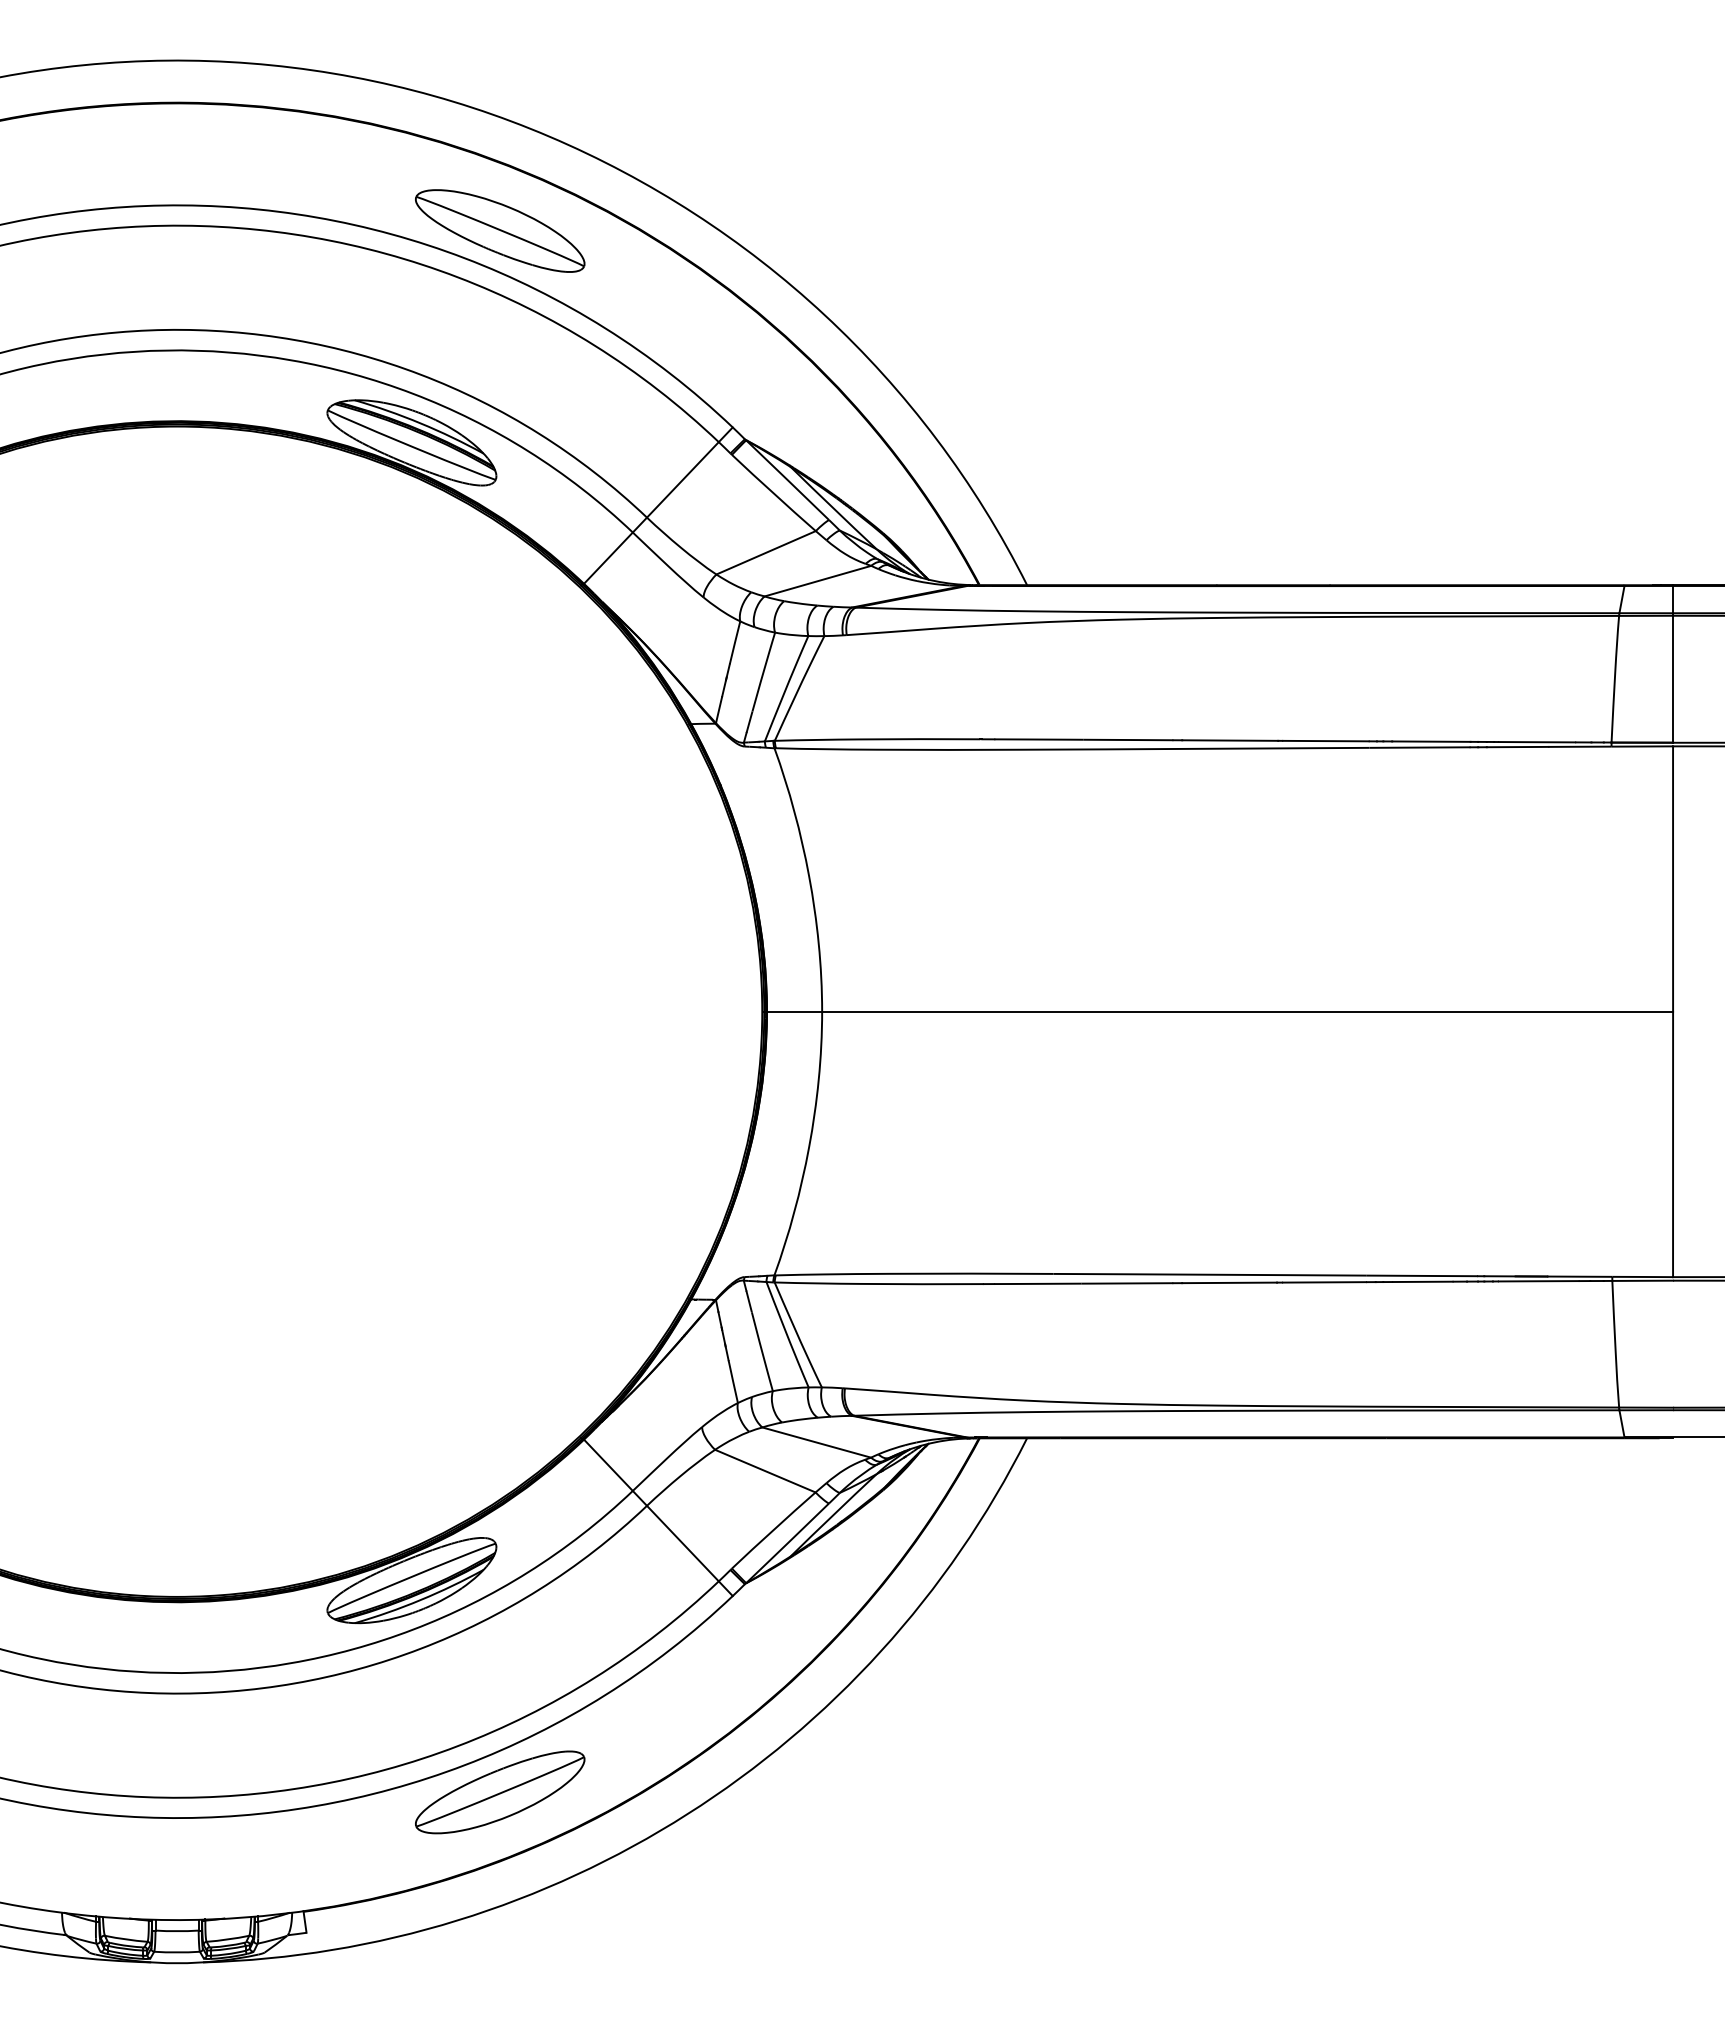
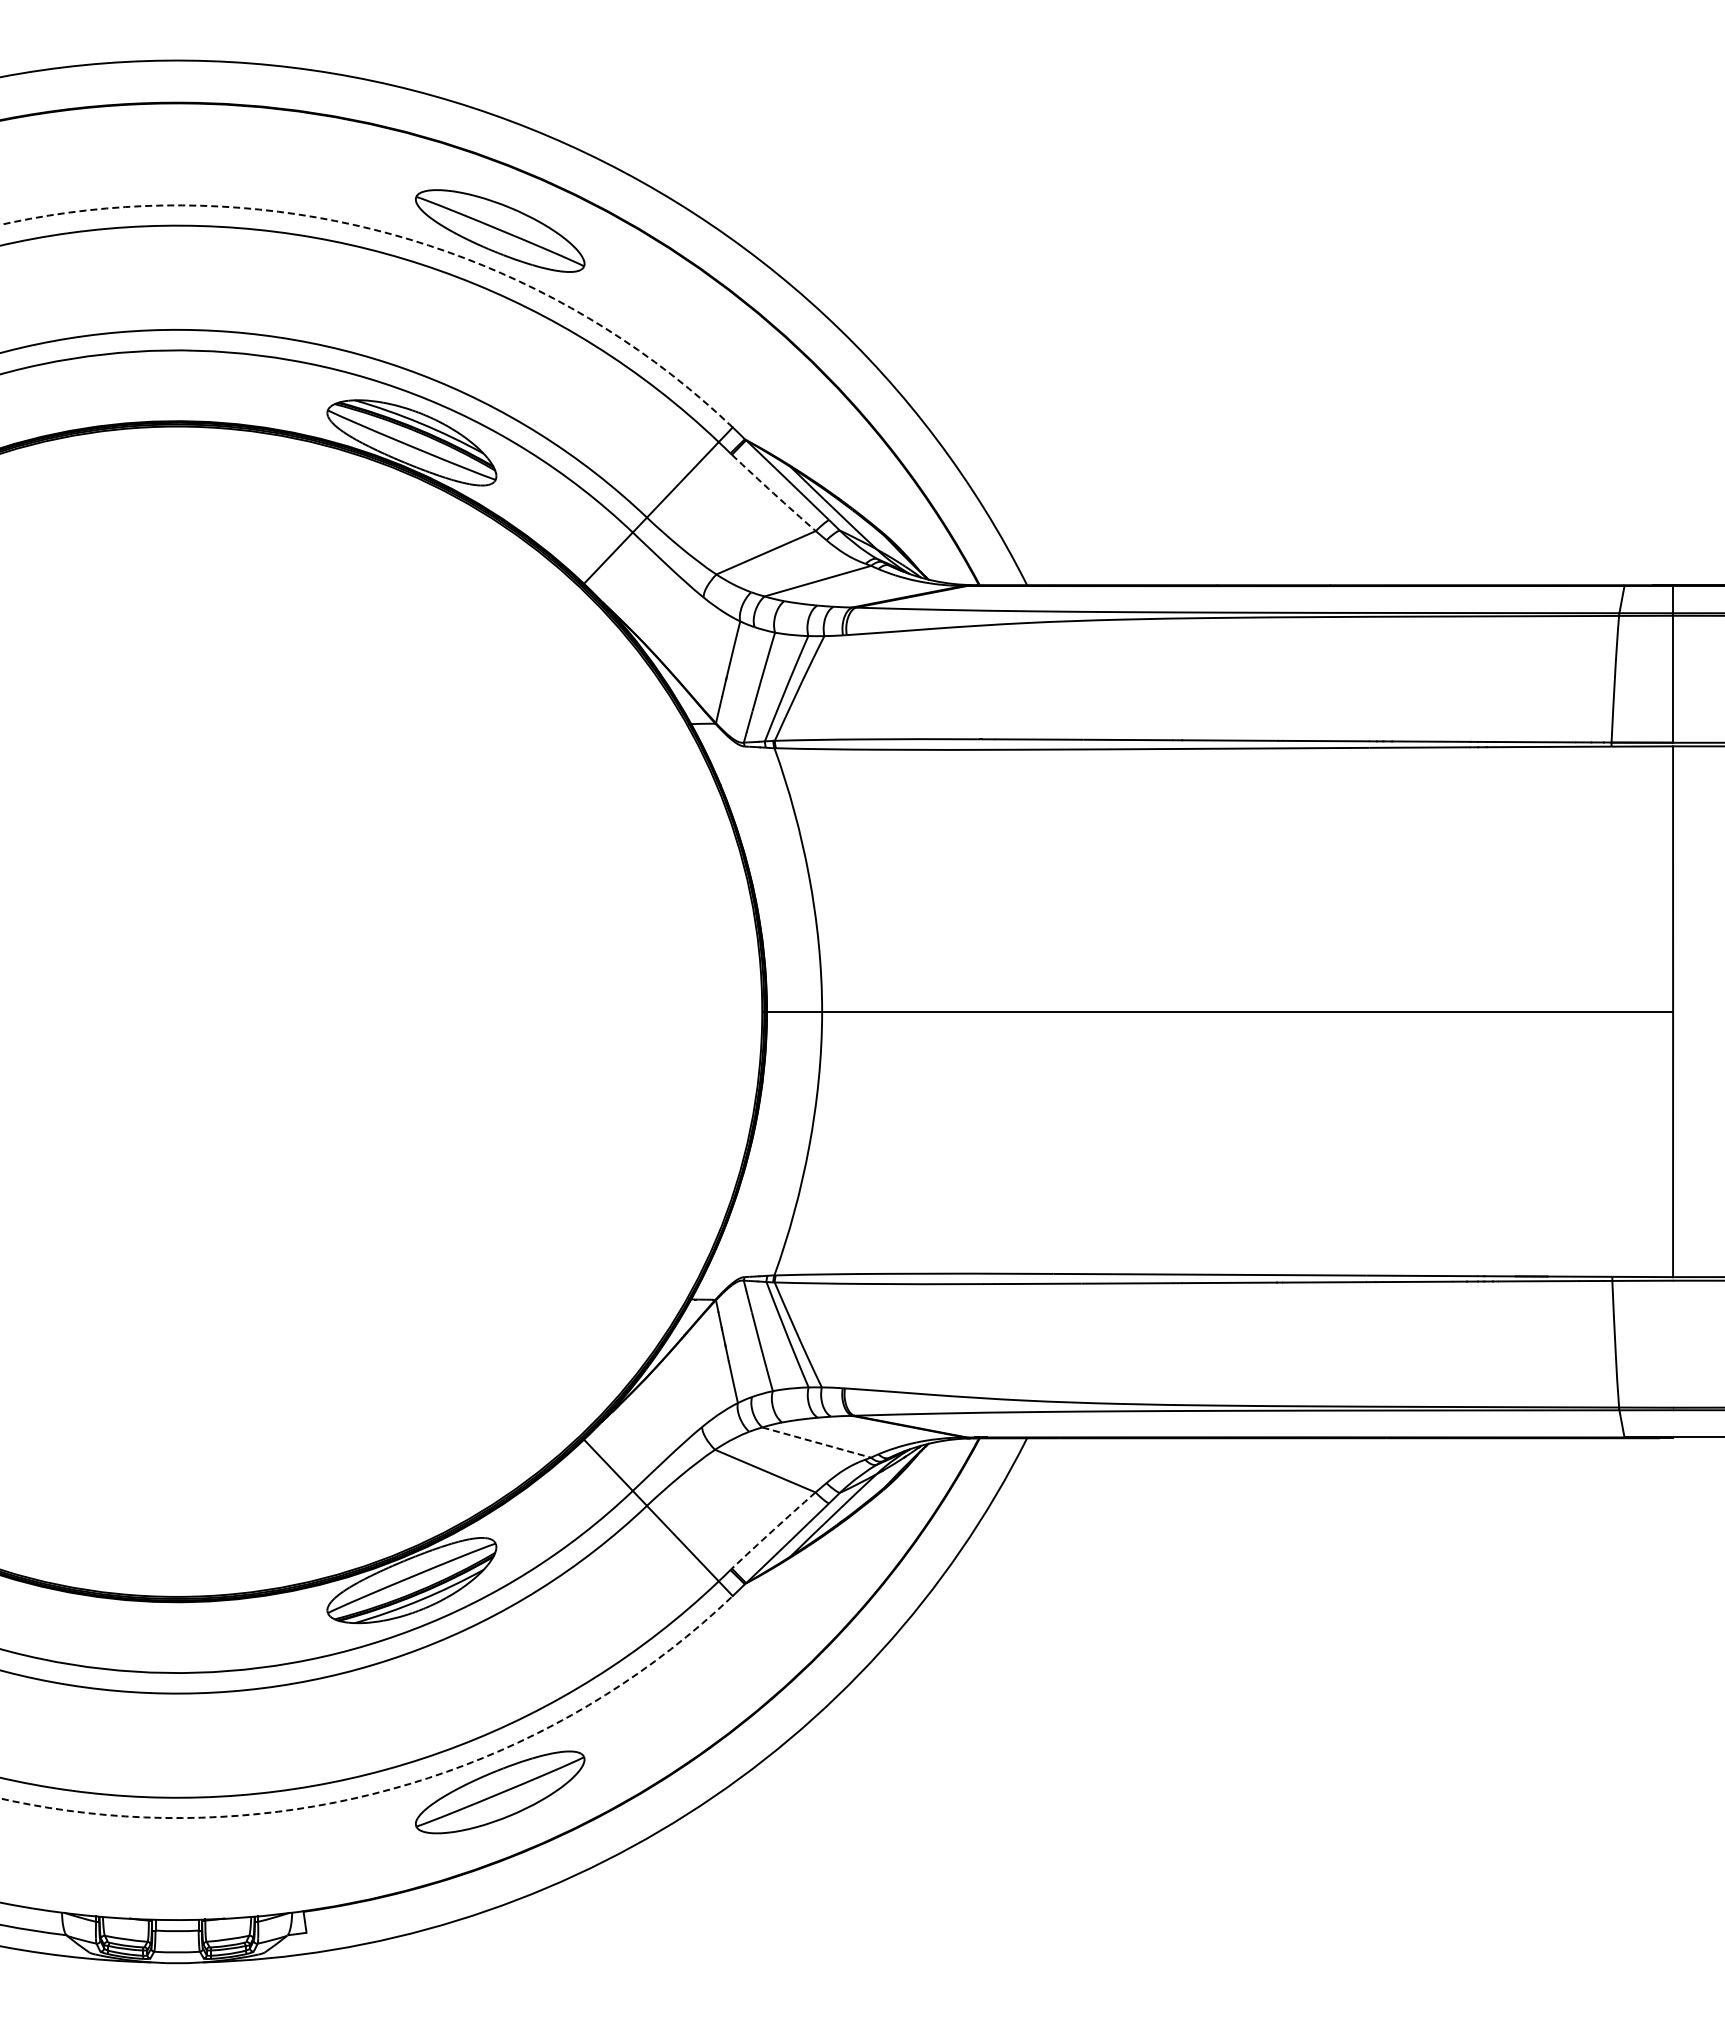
arc at (773, 493): solid -> dashed
line at (817, 1442): solid -> dashed
arc at (773, 1530): solid -> dashed
arc at (0, 1798): solid -> dashed
